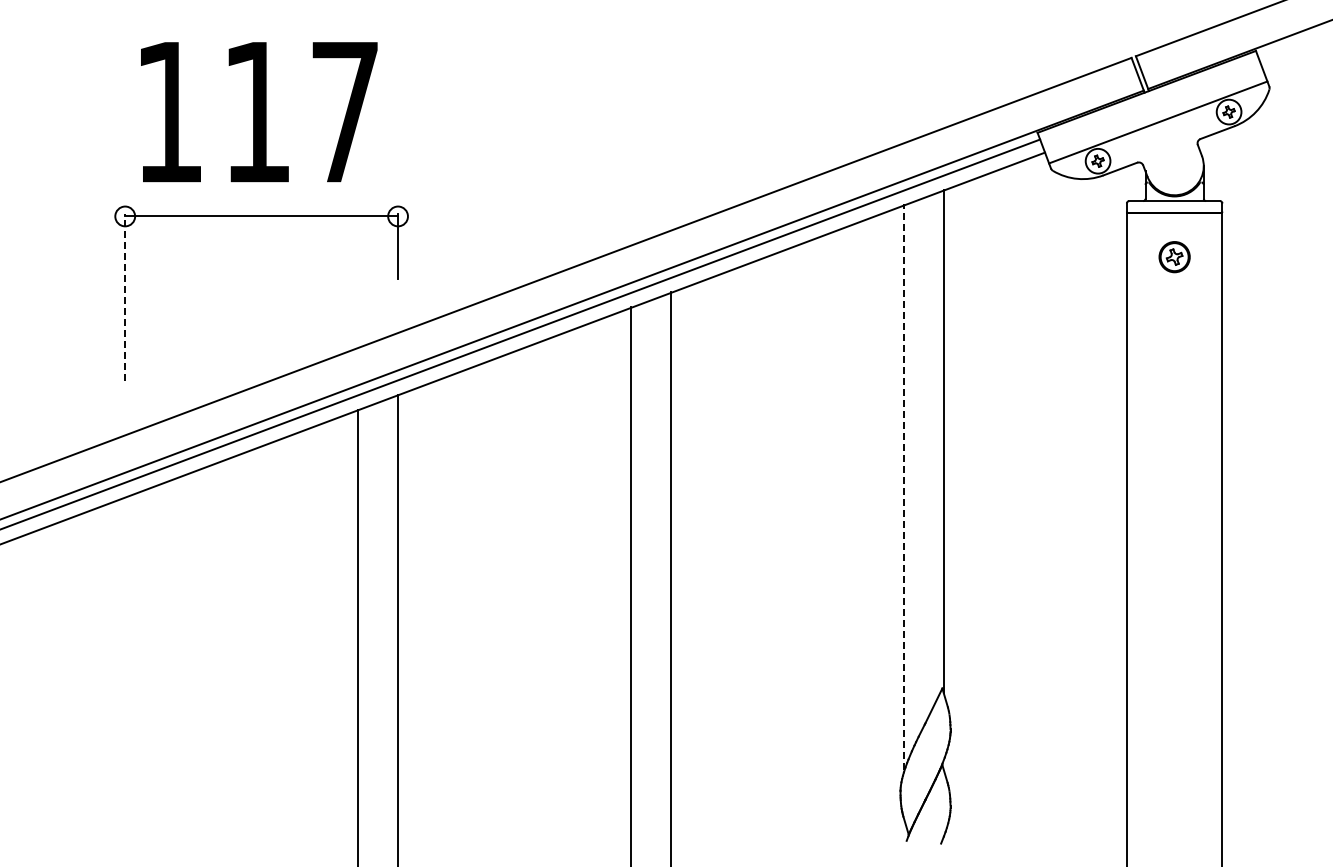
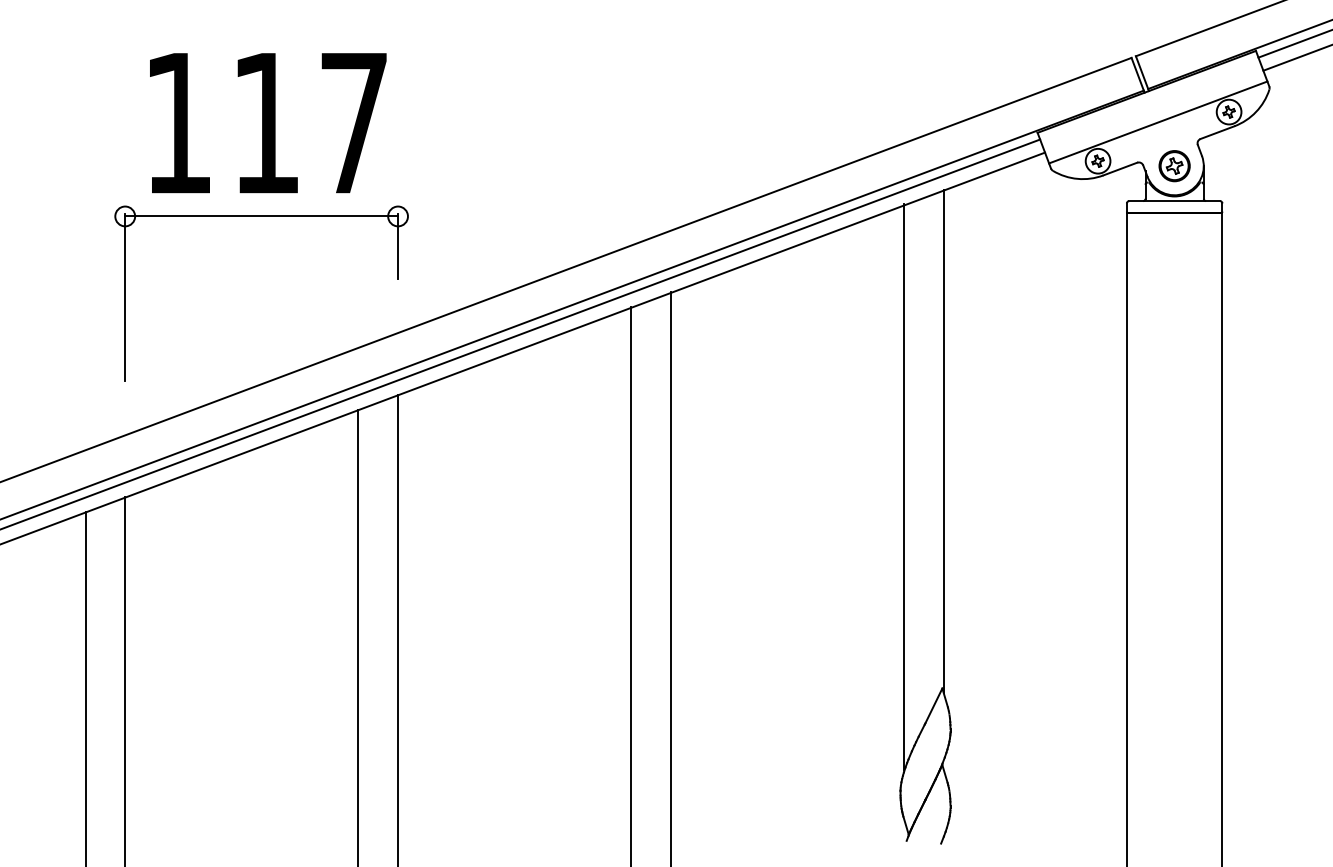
line at (1293, 43): none -> present
line at (1296, 57): none -> present
text at (259, 112) position: (259, 112) -> (268, 123)
part at (1174, 257) position: (1174, 257) -> (1174, 166)
line at (125, 297): dashed -> solid
line at (904, 487): dashed -> solid
line at (125, 680): none -> present
line at (85, 687): none -> present
